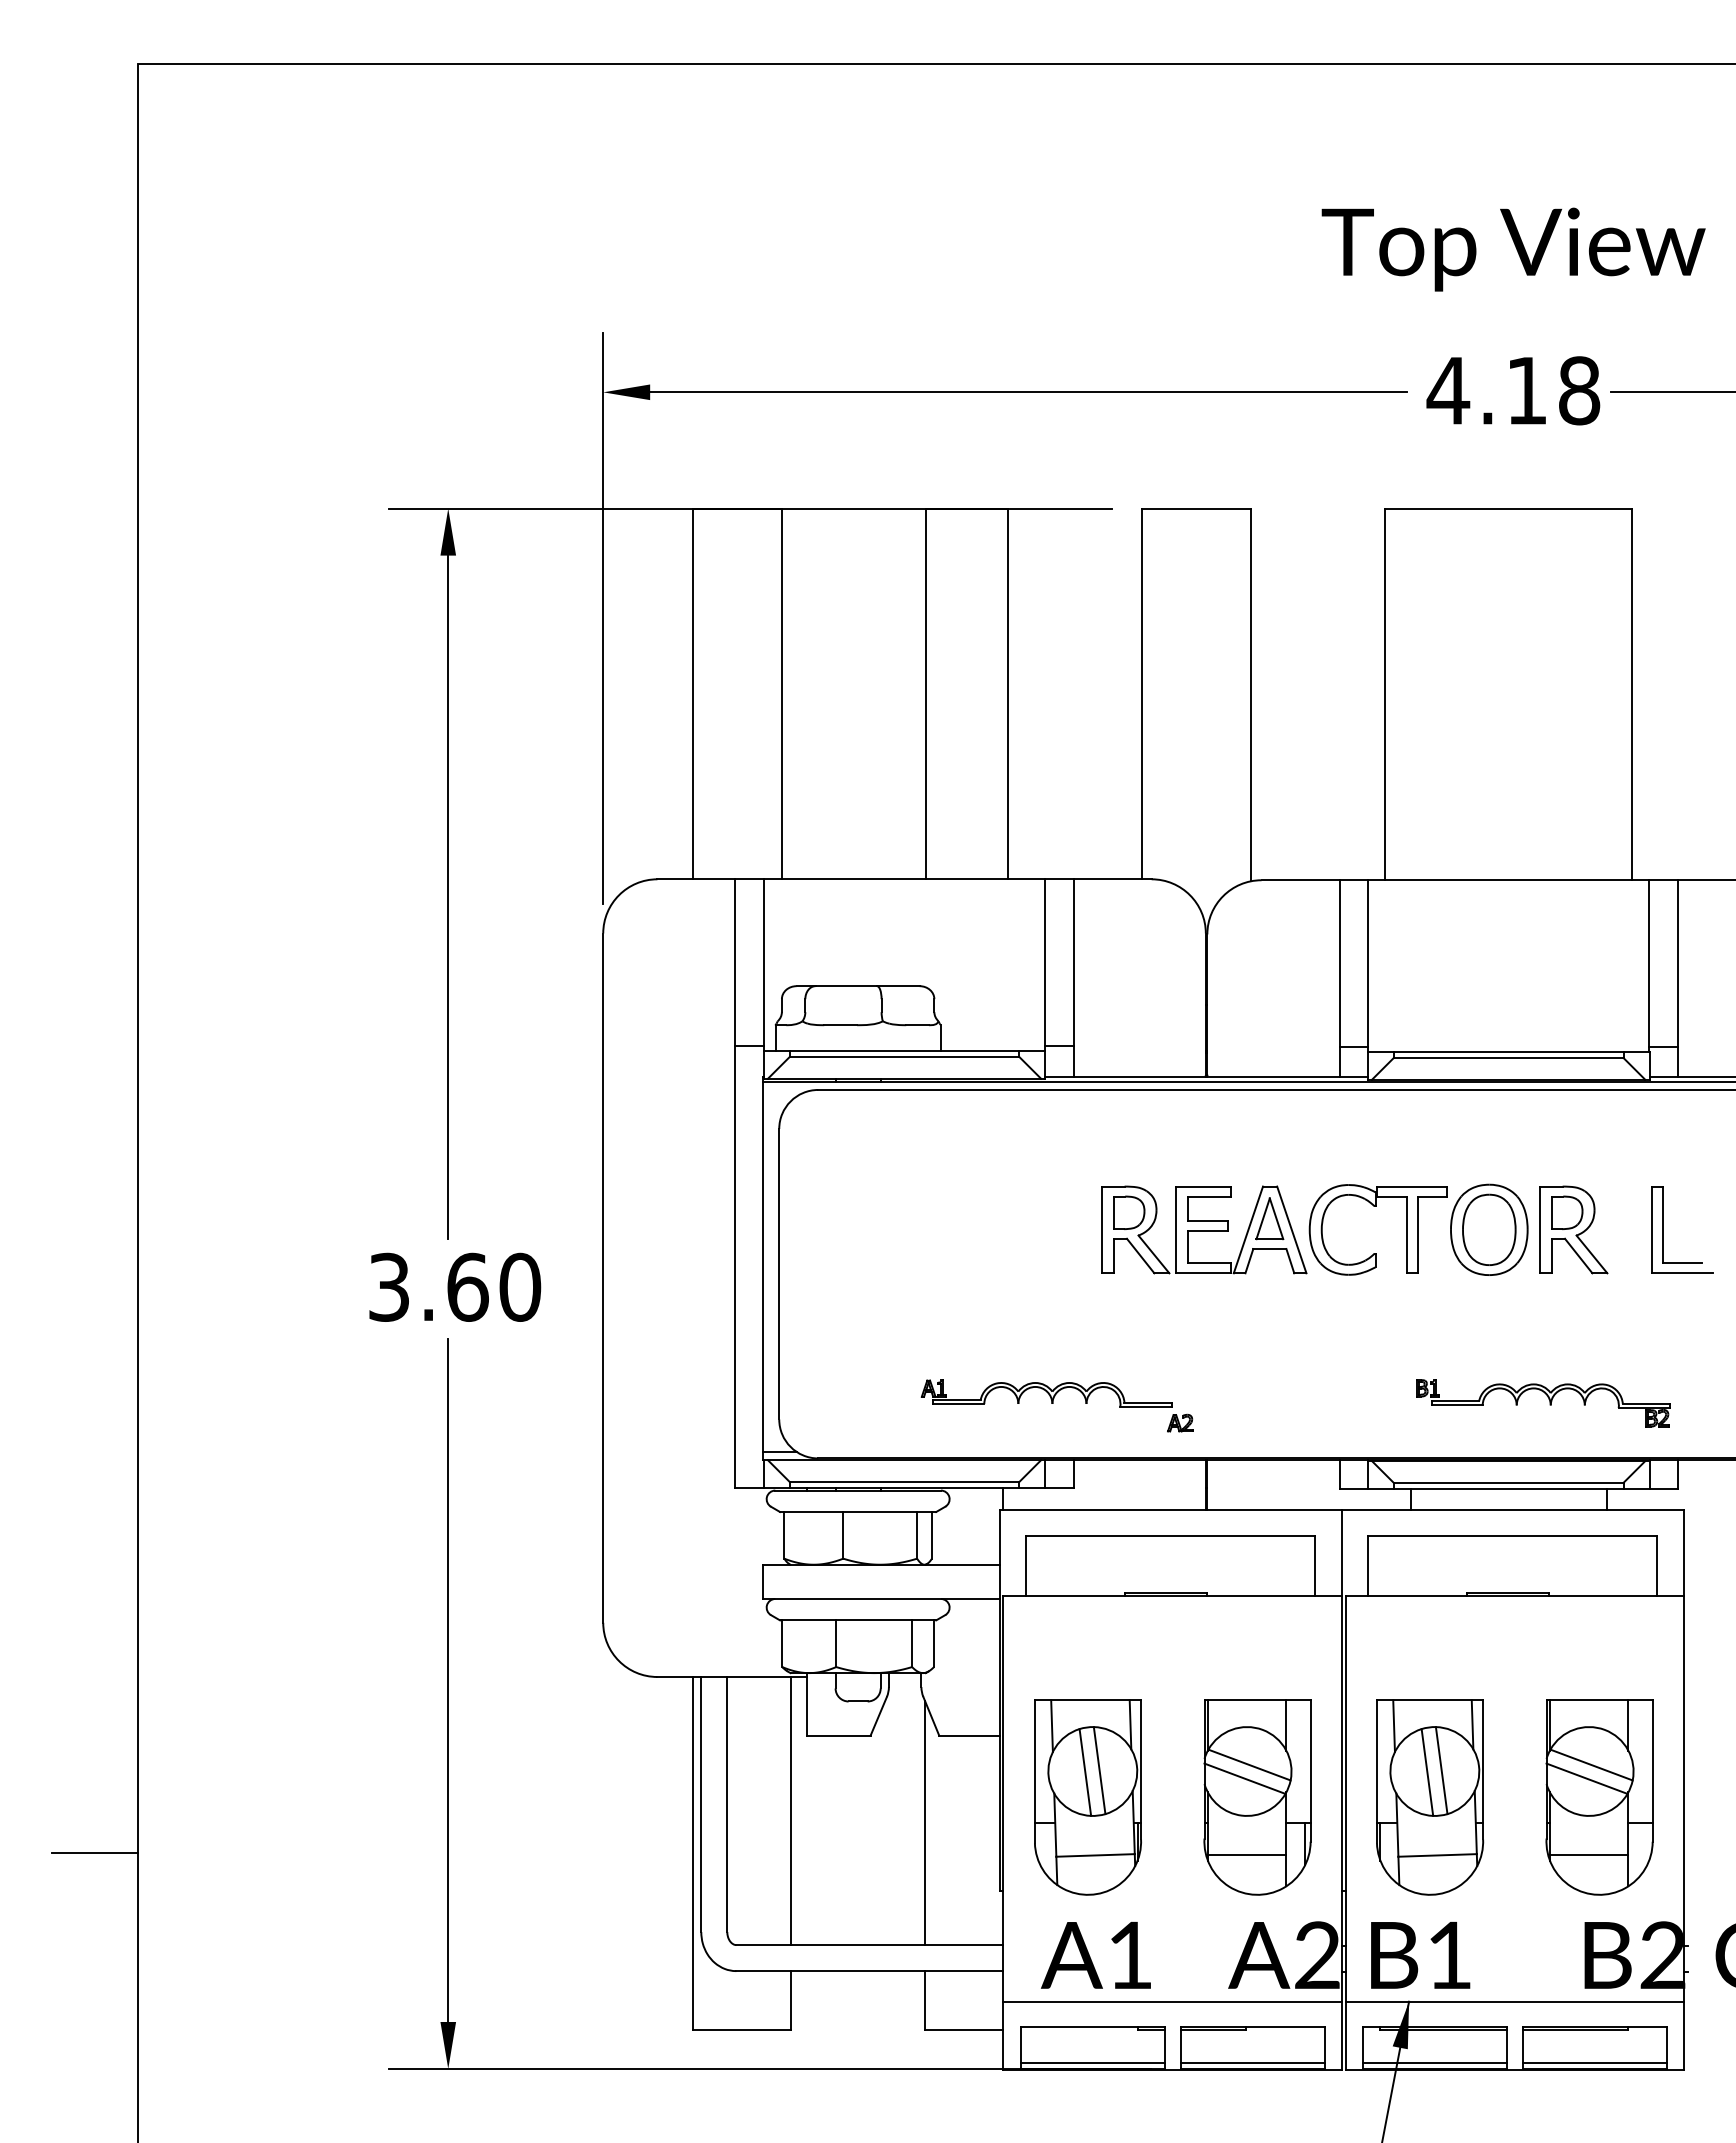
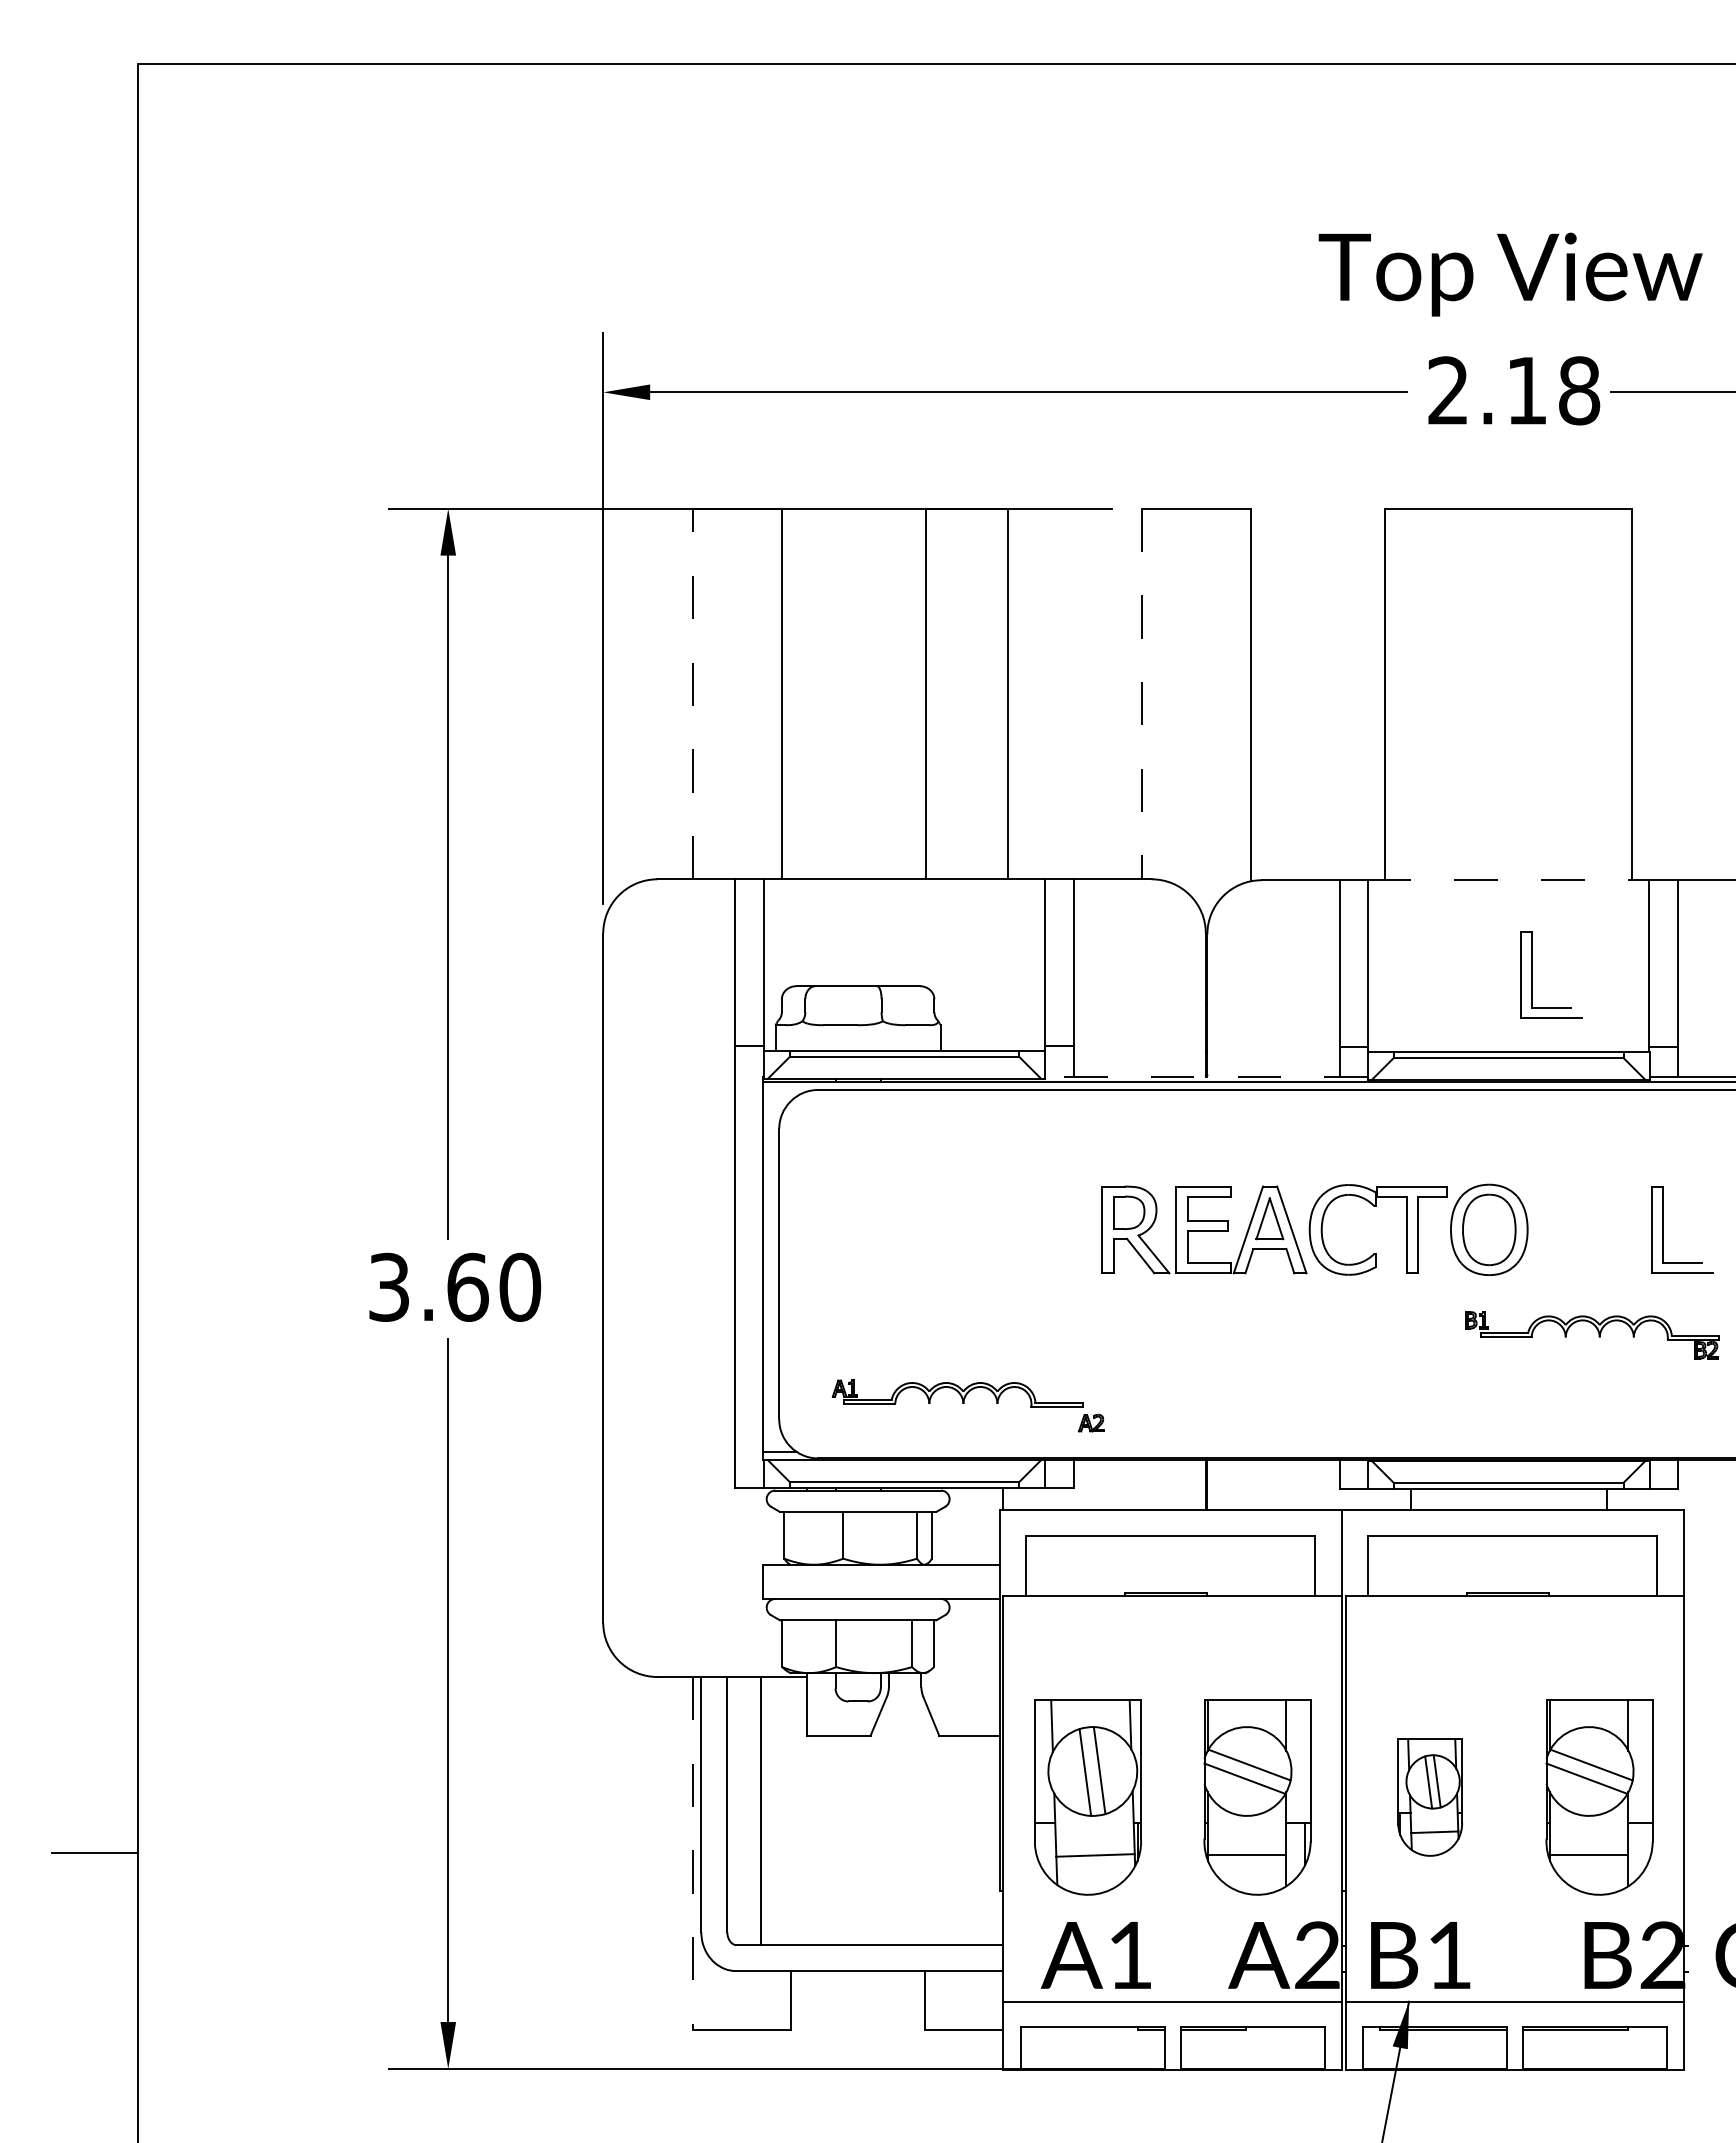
text at (1513, 249) position: (1513, 249) -> (1510, 274)
text at (1448, 390): 4.18 -> 2.18
line at (693, 693): solid -> dashed
line at (1142, 694): solid -> dashed
line at (1508, 880): solid -> dashed
part at (1532, 974): none -> present
line at (1206, 1076): solid -> dashed
part at (1573, 1229): present -> none
part at (1543, 1403) position: (1543, 1403) -> (1592, 1335)
part at (1056, 1405) position: (1056, 1405) -> (967, 1405)
part at (1430, 1797) size: 109x197 px -> 66x119 px
line at (790, 1811) position: (790, 1811) -> (760, 1811)
line at (925, 1823): present -> none
line at (693, 1853): solid -> dashed
line at (1092, 2062): present -> none
line at (1252, 2062): present -> none
line at (1434, 2062): present -> none
line at (1594, 2062): present -> none
